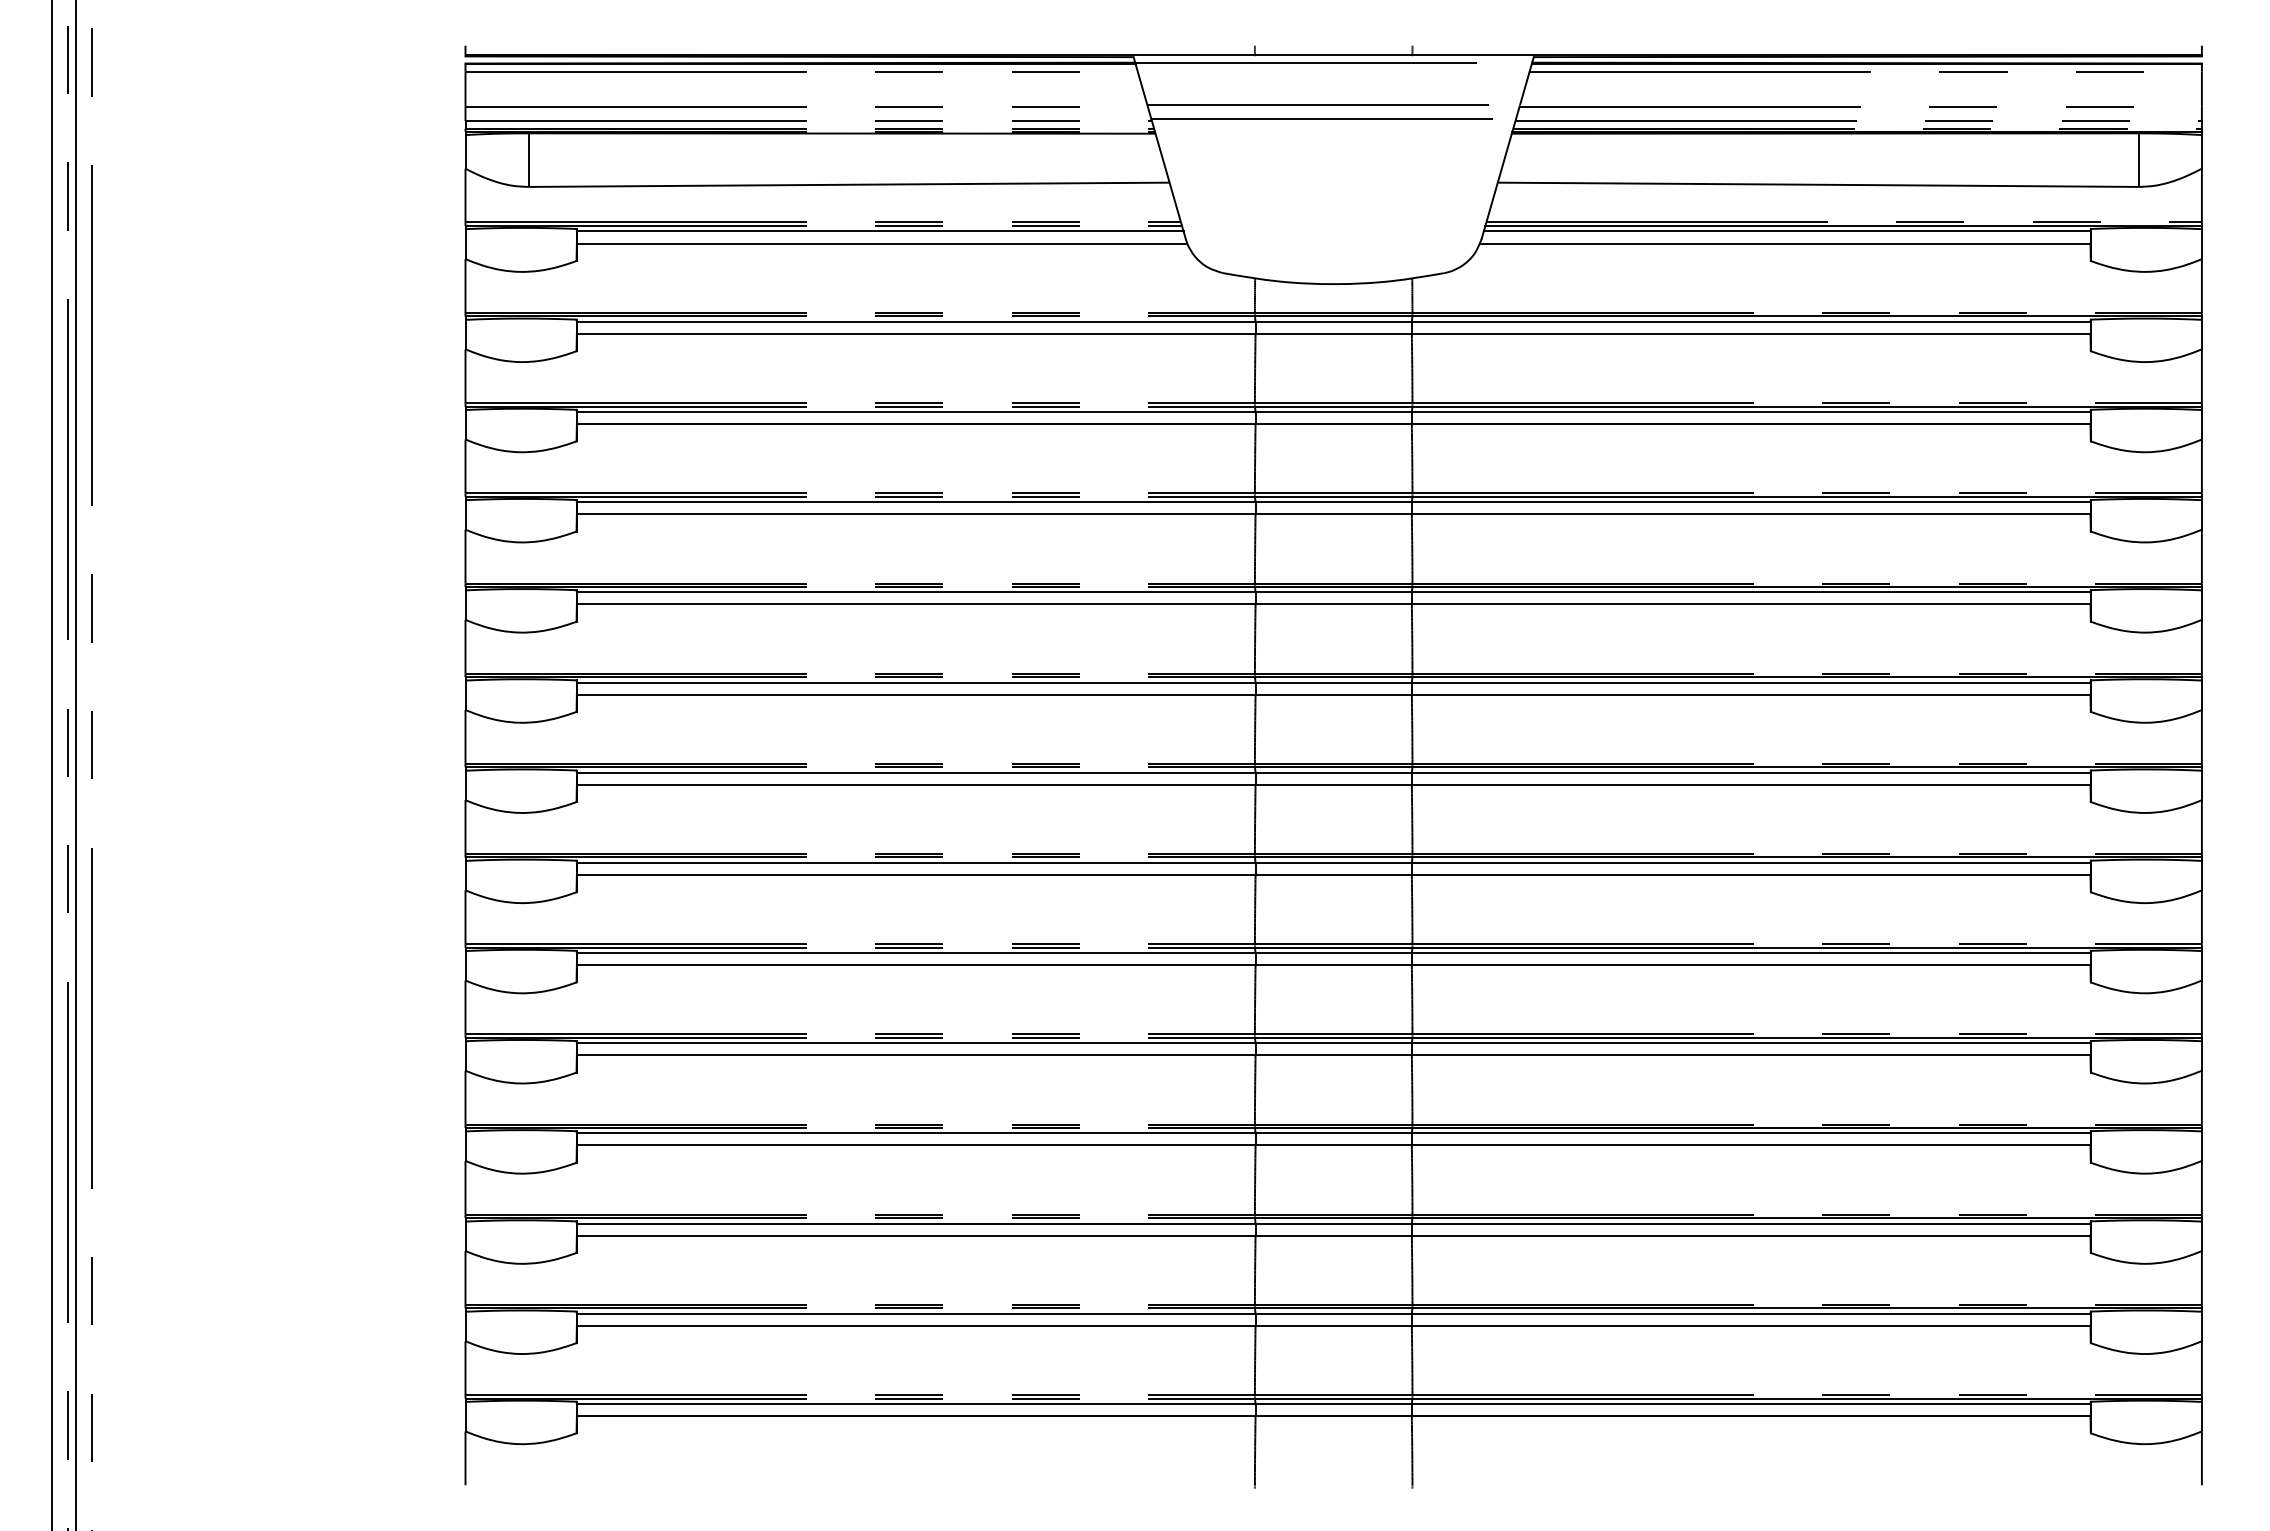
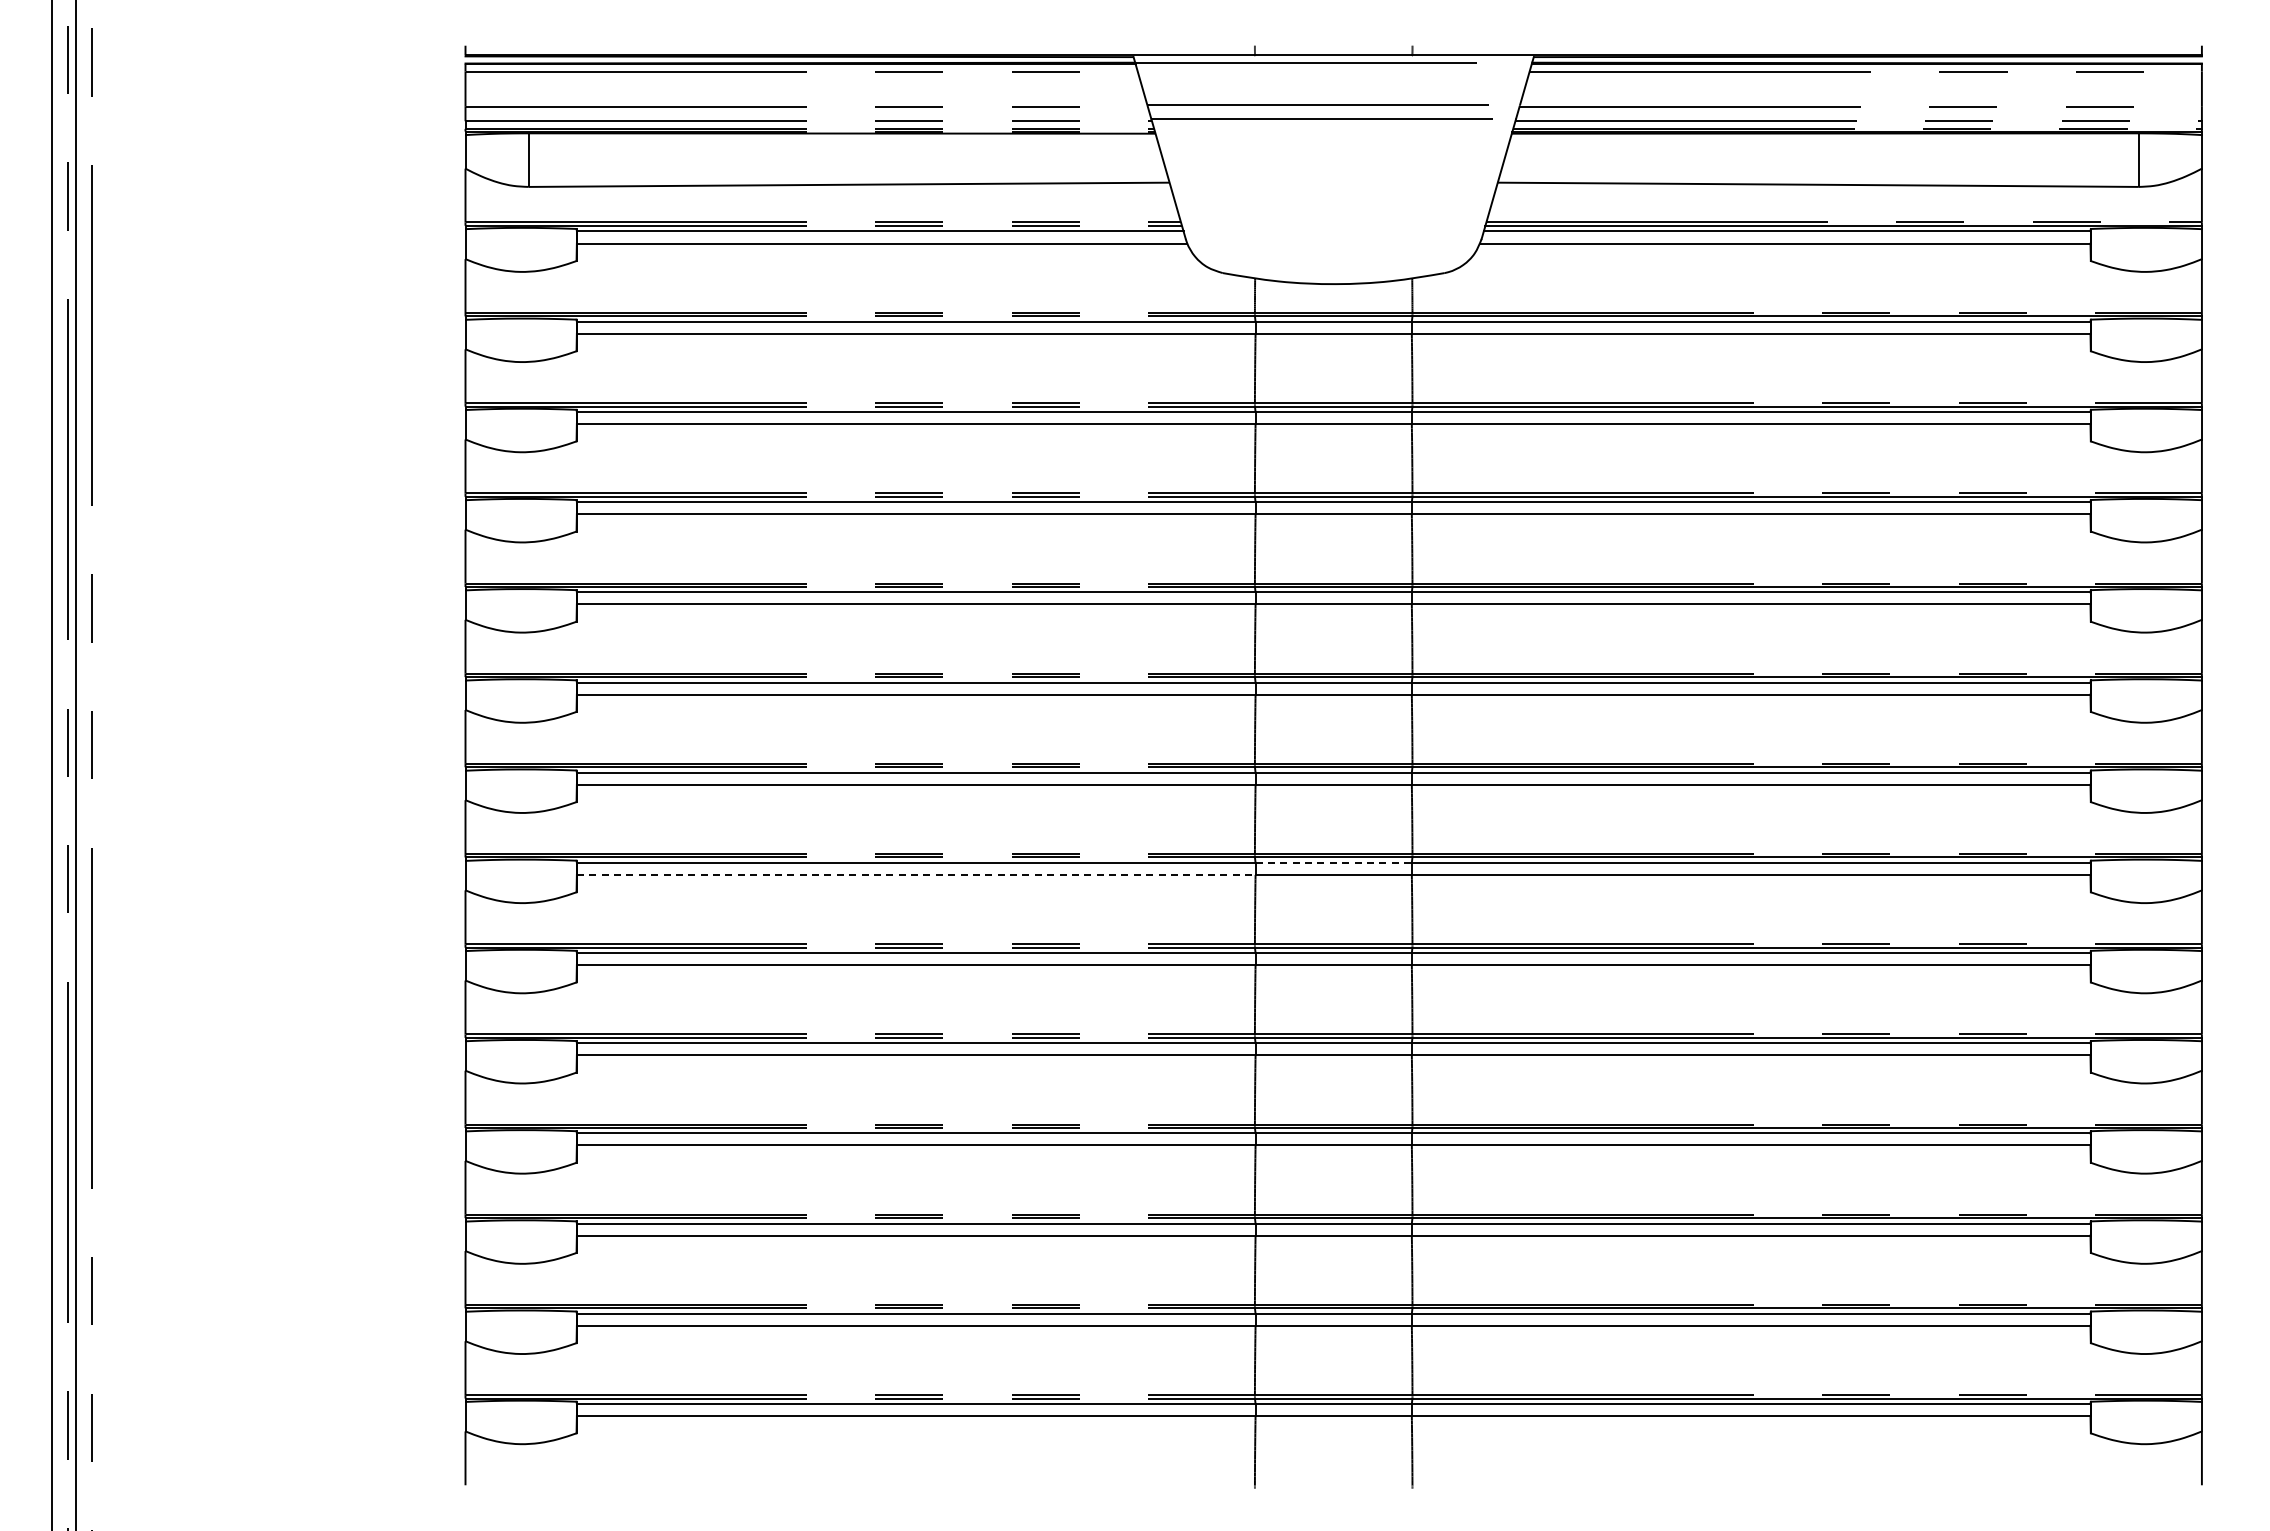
line at (1334, 862): solid -> dashed
line at (916, 874): solid -> dashed
